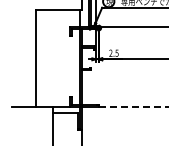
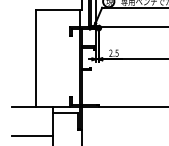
line at (133, 107): dashed -> solid
line at (31, 135): none -> present
